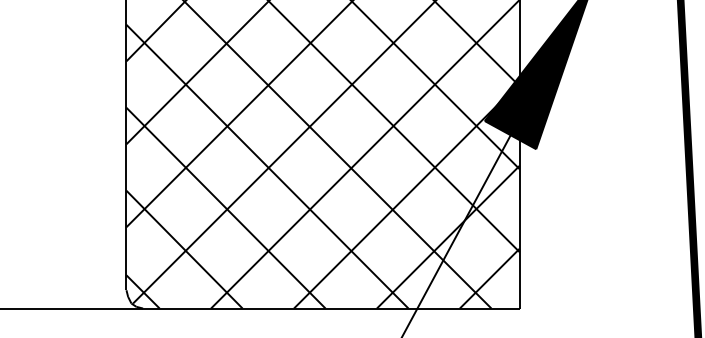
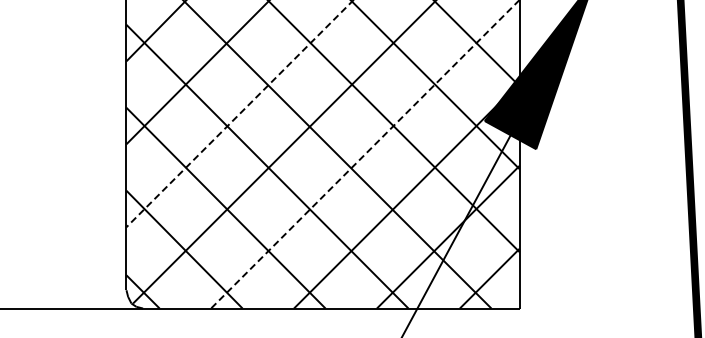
line at (239, 114): solid -> dashed
line at (365, 154): solid -> dashed
